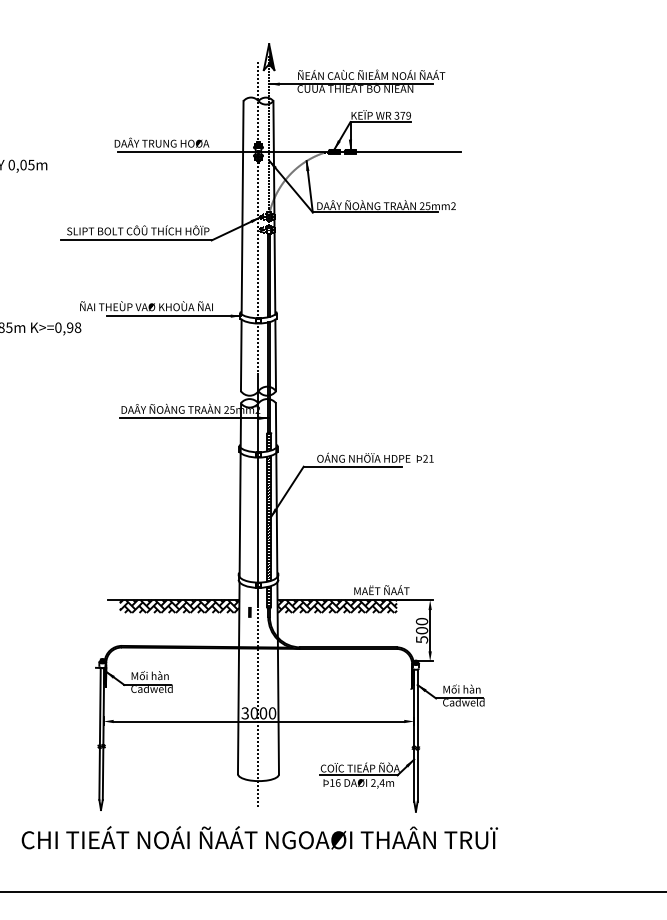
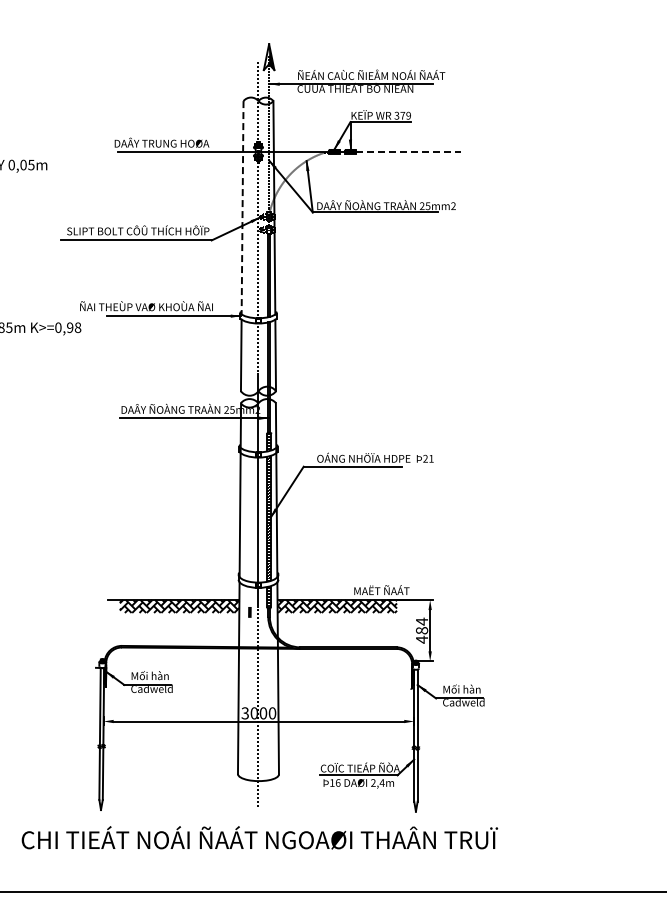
line at (409, 151): solid -> dashed
line at (242, 207): solid -> dashed
text at (421, 630): 500 -> 484
